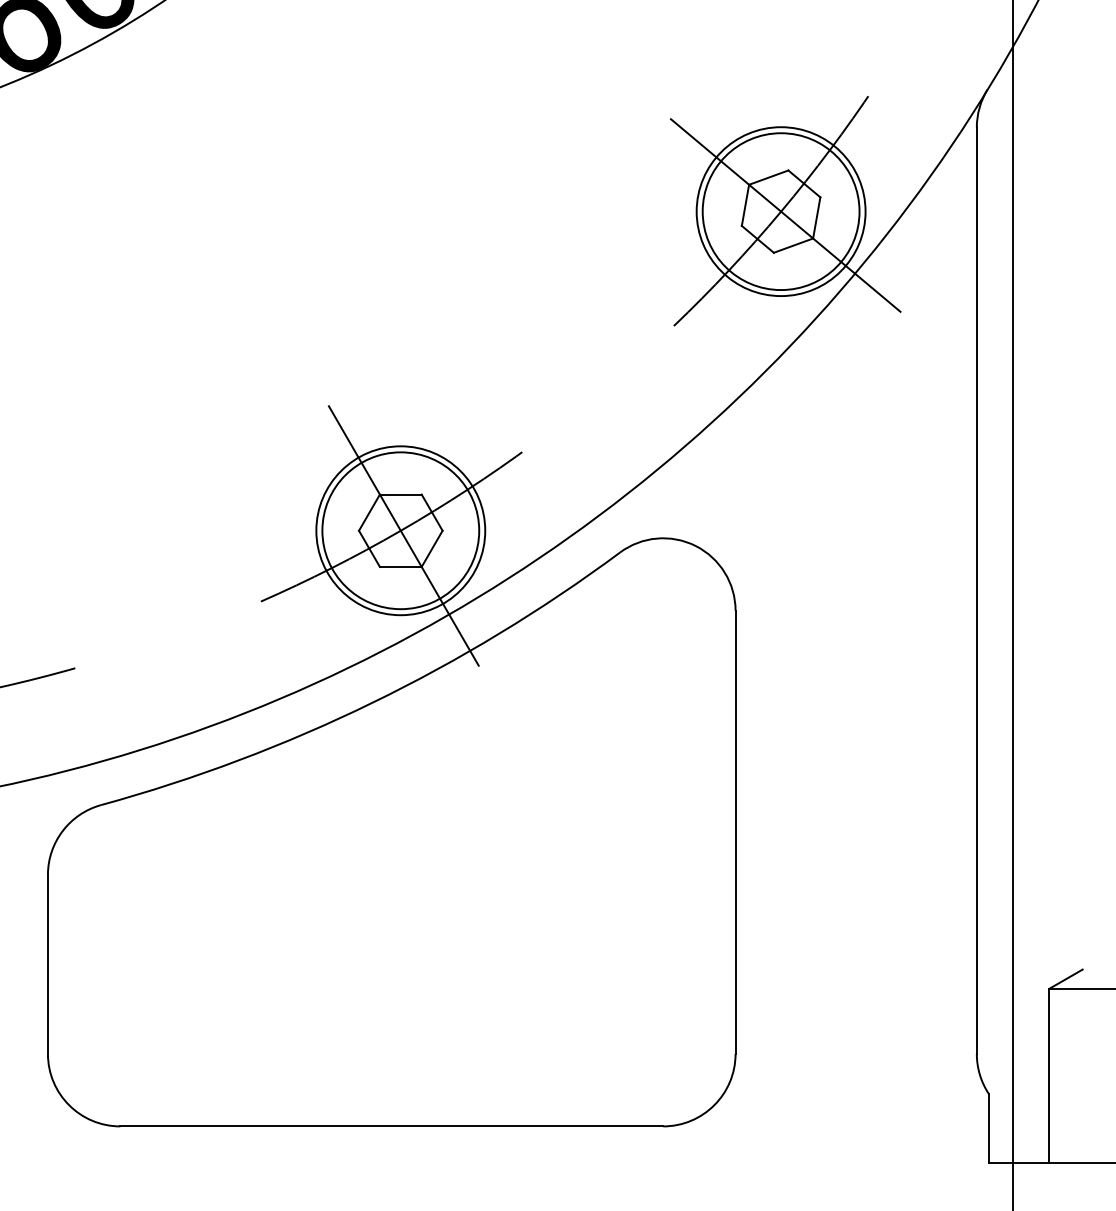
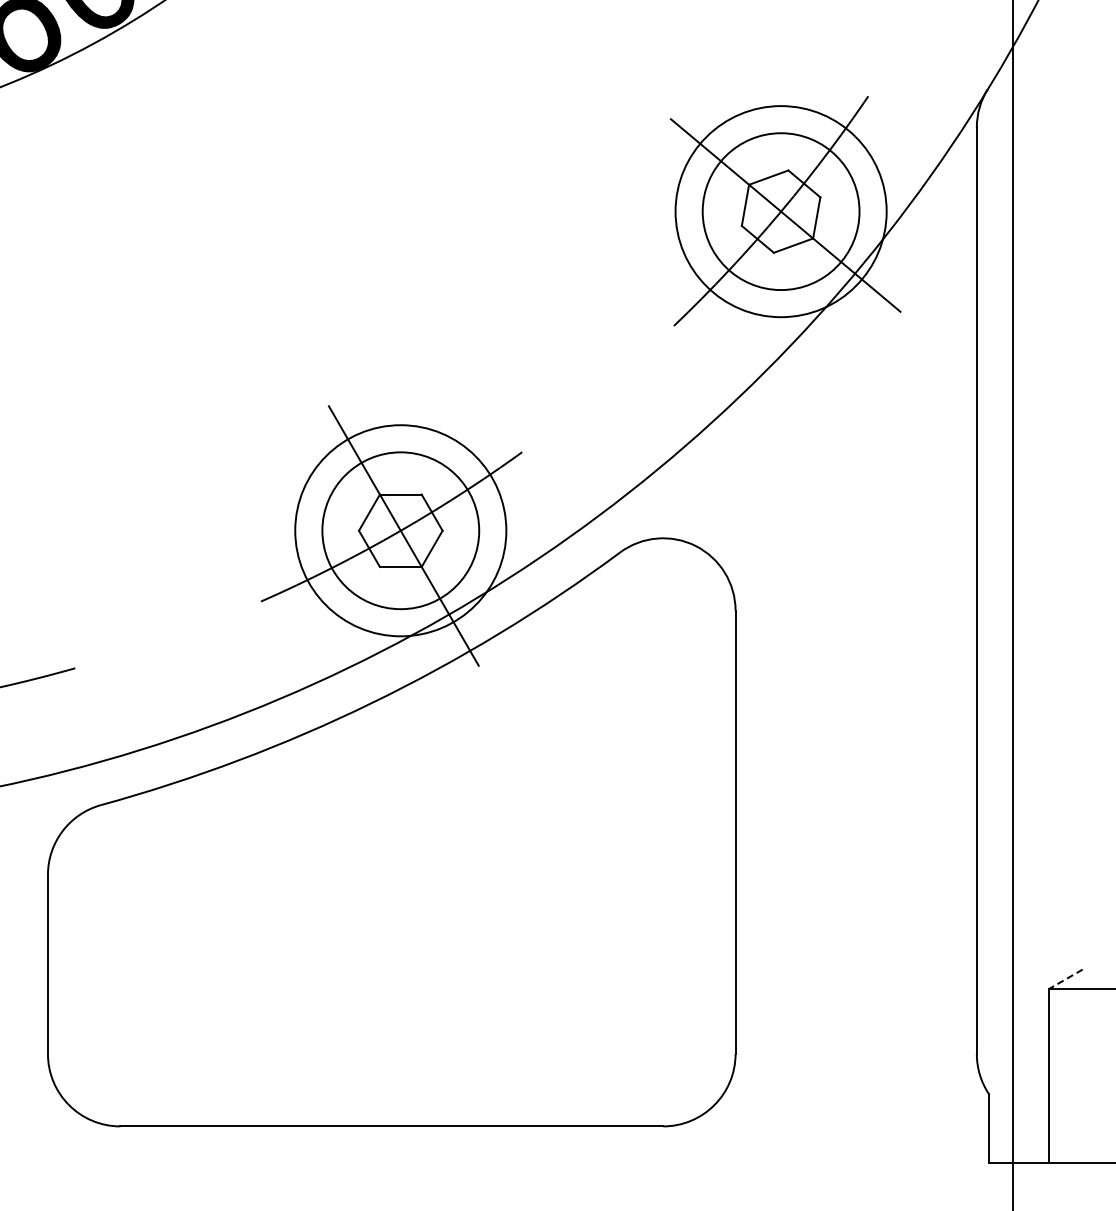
circle at (780, 211) diameter: 169 px -> 211 px
circle at (400, 530) diameter: 169 px -> 211 px
line at (1065, 979): solid -> dashed
